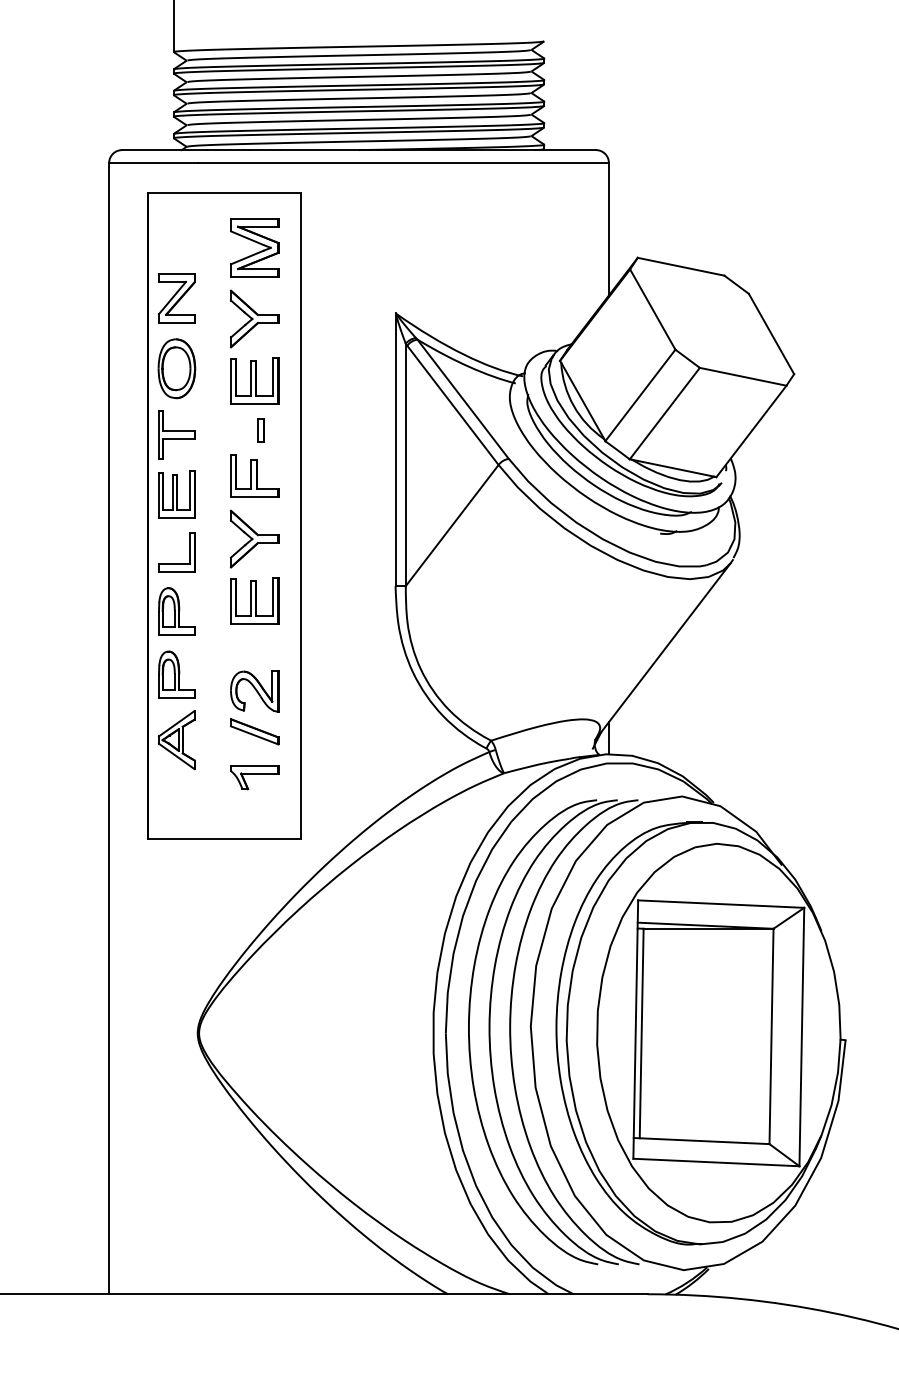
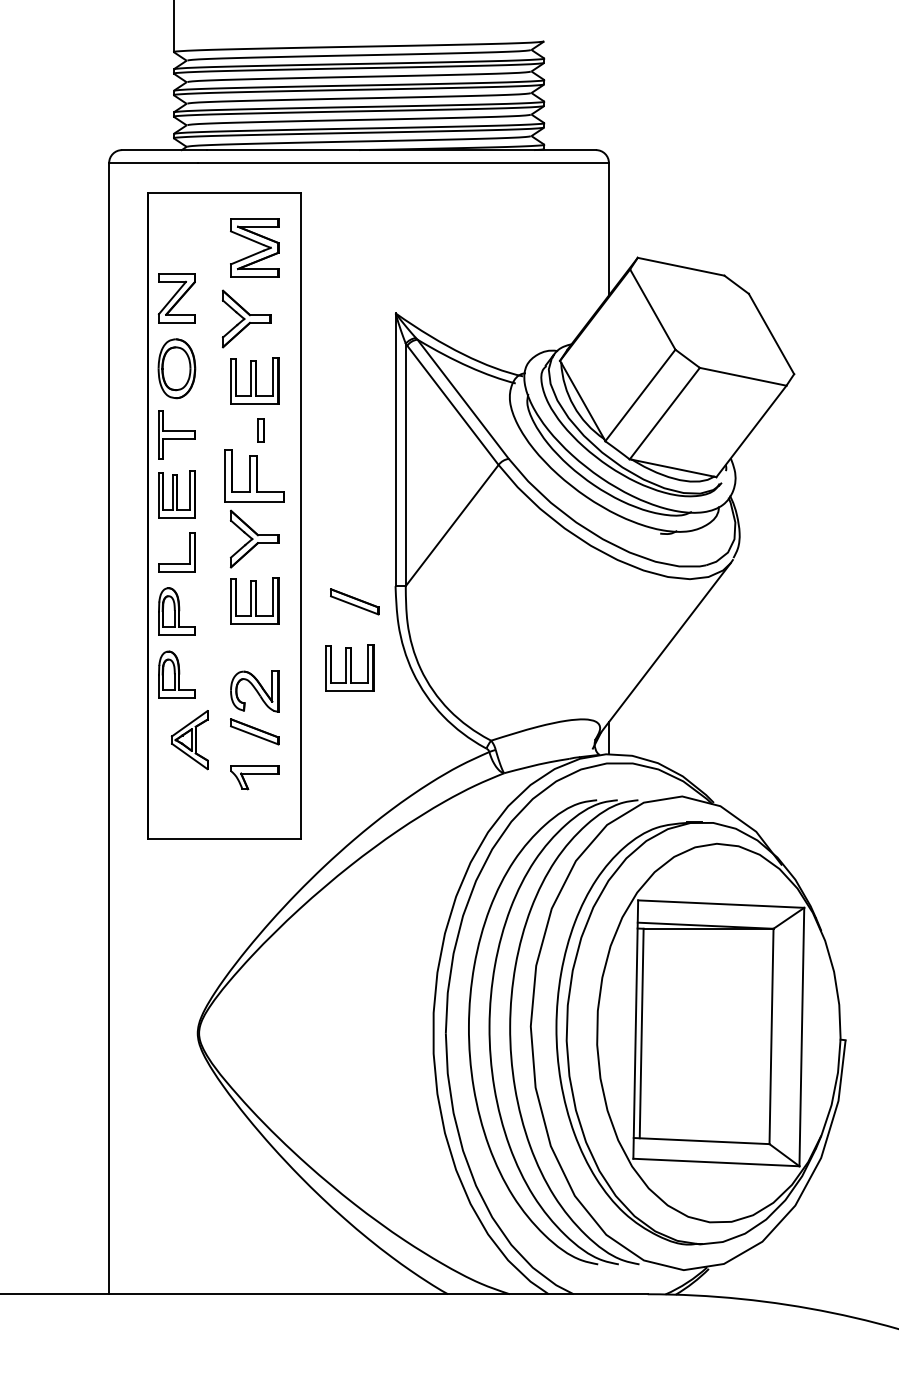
part at (254, 318) position: (254, 318) -> (246, 318)
part at (254, 475) size: 50x44 px -> 61x54 px
part at (354, 601): none -> present
part at (349, 667): none -> present
part at (176, 740) position: (176, 740) -> (189, 740)
